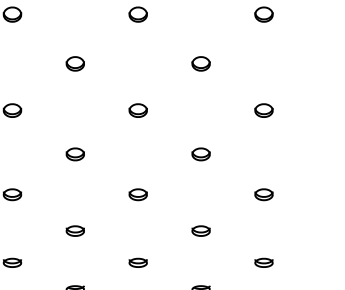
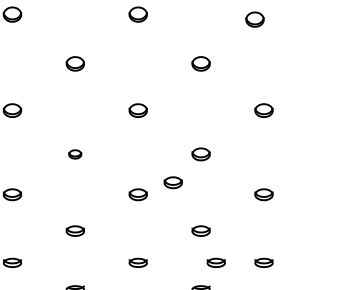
part at (263, 14) position: (263, 14) -> (254, 19)
part at (74, 154) size: 20x15 px -> 15x11 px
part at (172, 182): none -> present
part at (215, 262): none -> present
